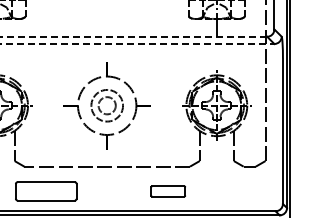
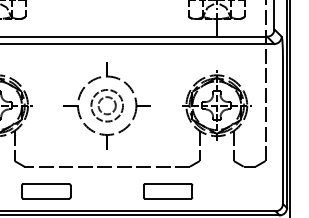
line at (133, 36): dashed -> solid
line at (137, 44): dashed -> solid
part at (46, 191) size: 63x21 px -> 51x17 px
part at (167, 191) size: 36x13 px -> 51x17 px
